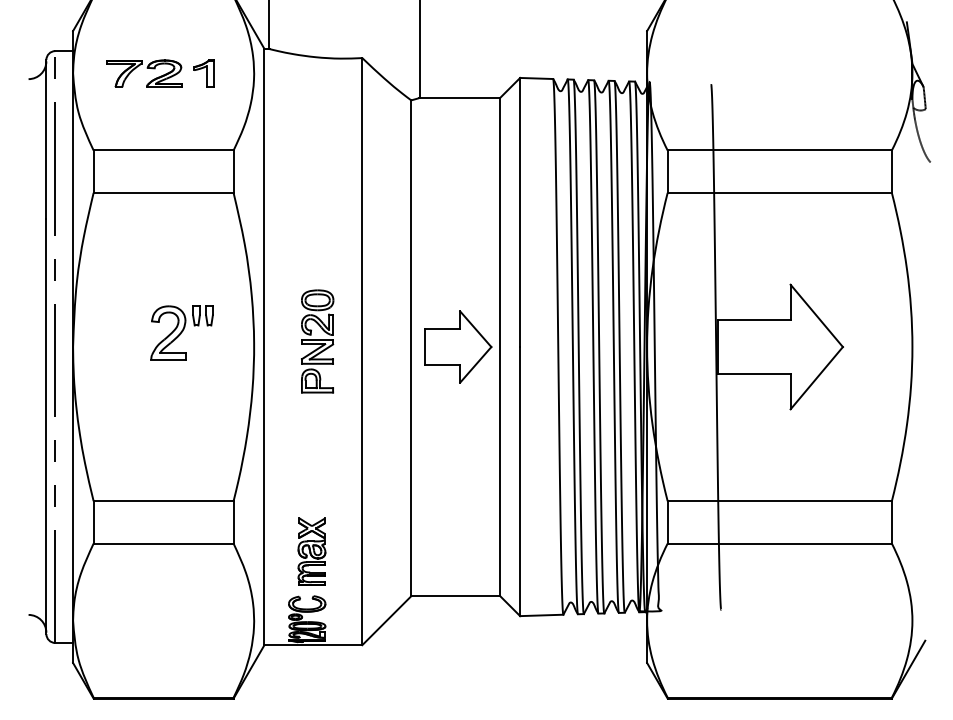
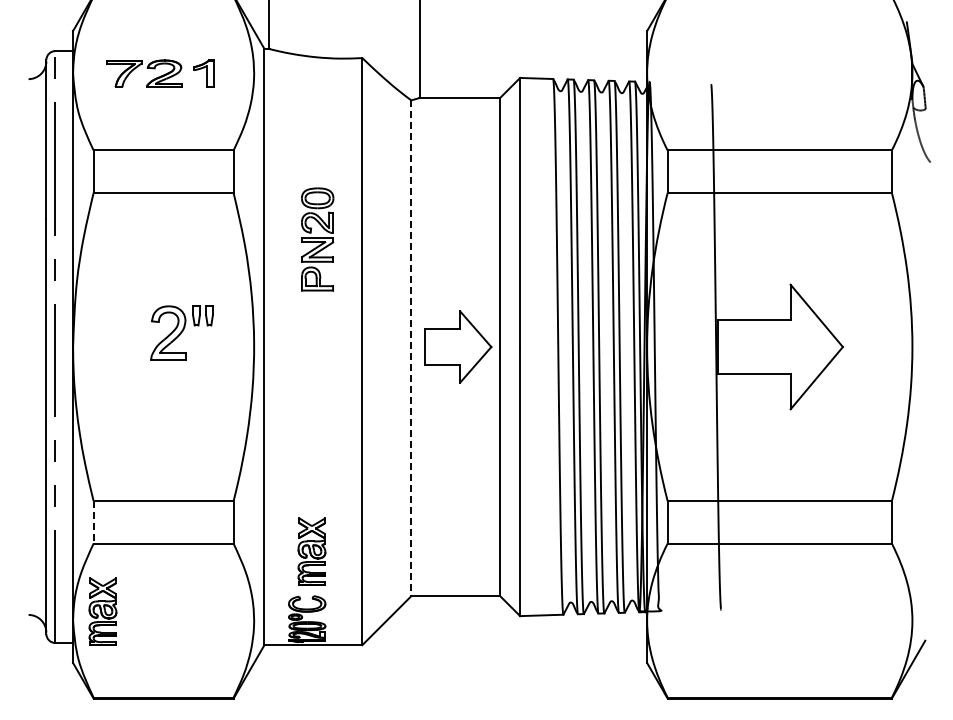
part at (317, 341) position: (317, 341) -> (317, 239)
line at (411, 348): solid -> dashed
line at (93, 522): solid -> dashed
part at (102, 611): none -> present
